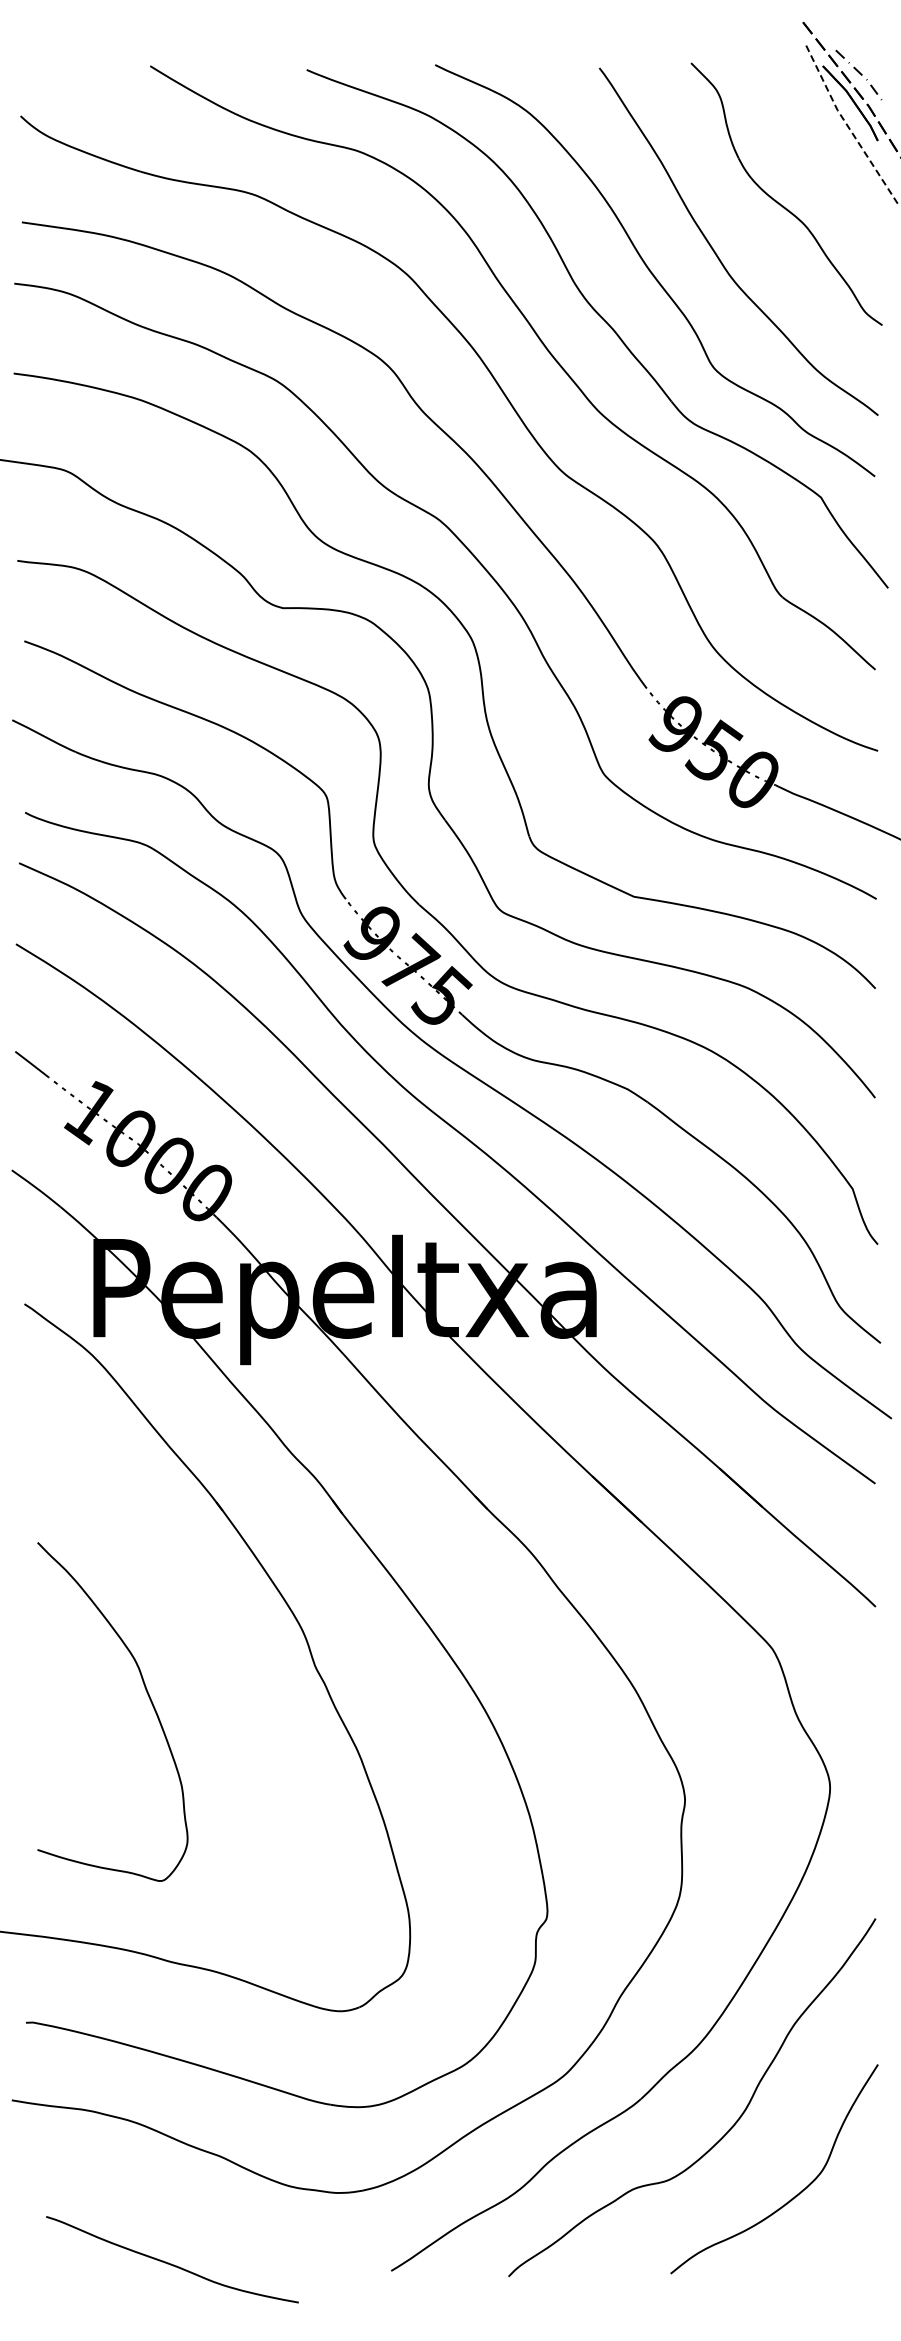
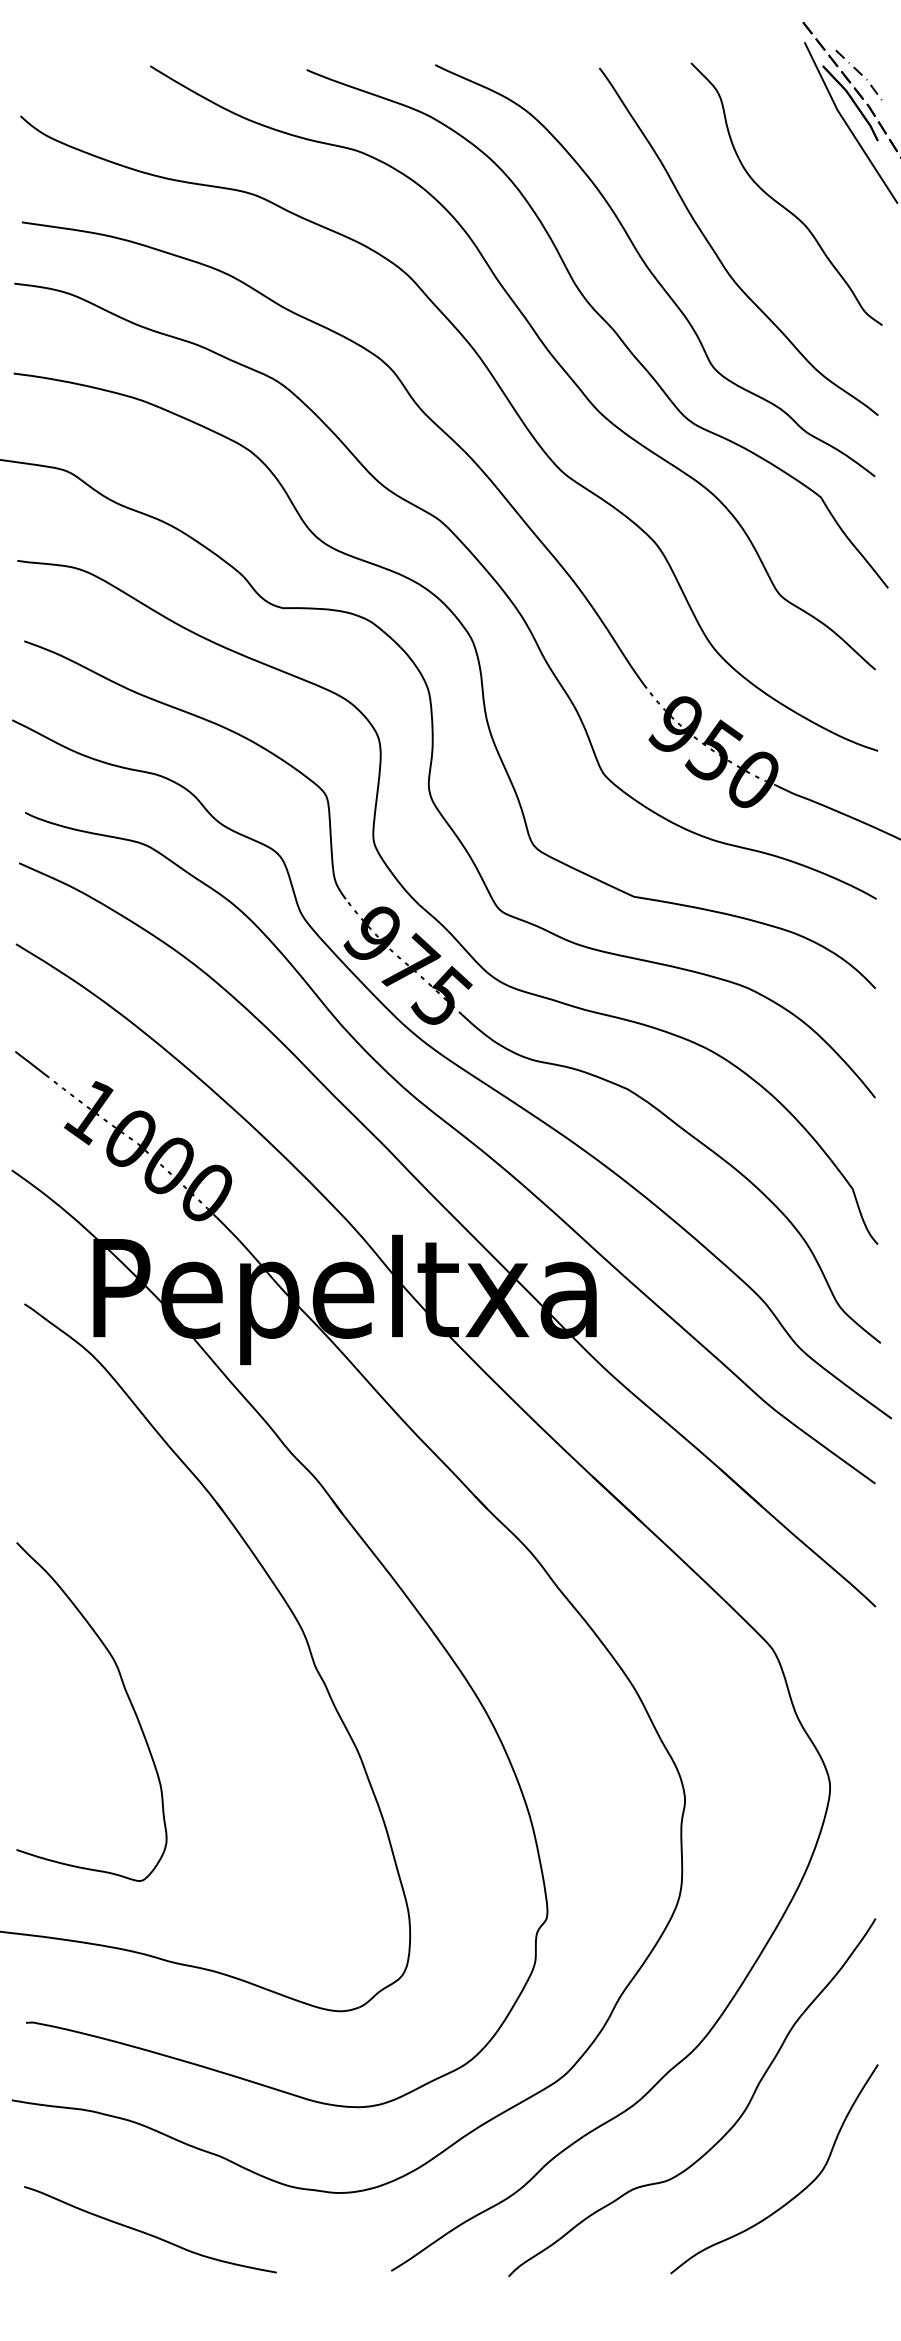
line at (846, 124): dashed -> solid
curve at (147, 1695) position: (147, 1695) -> (126, 1695)
curve at (171, 2263) position: (171, 2263) -> (149, 2233)
